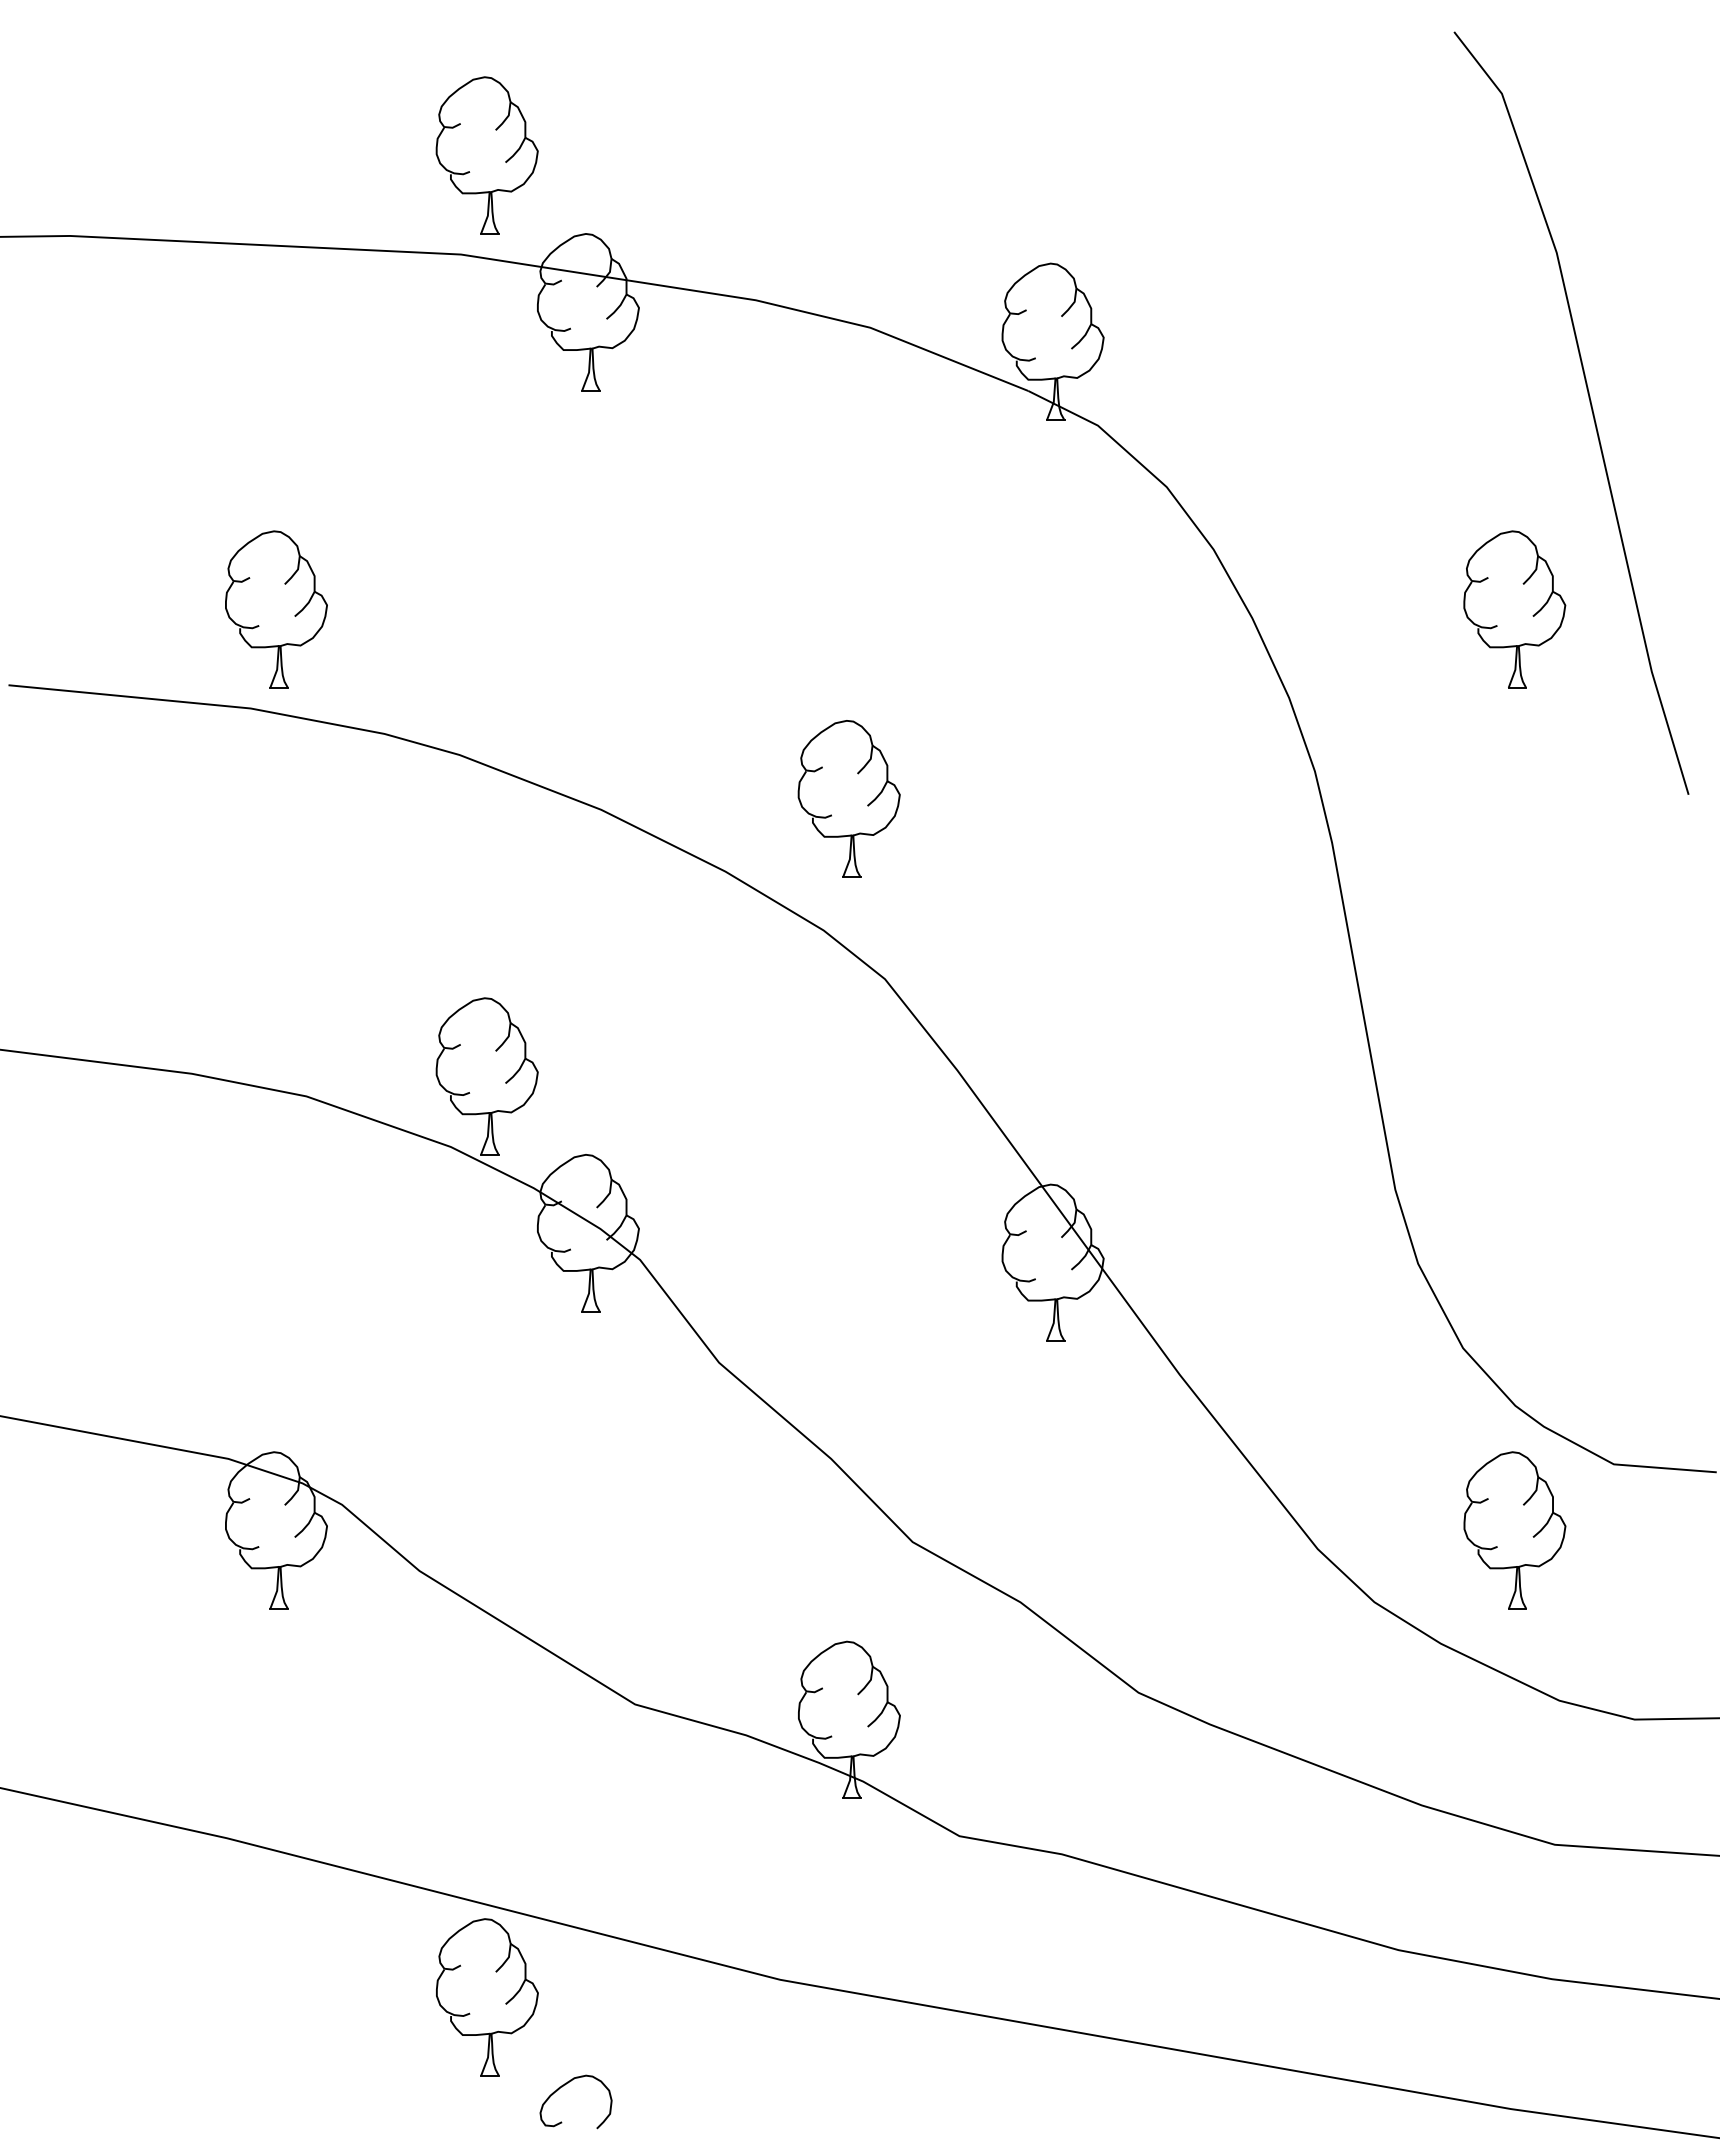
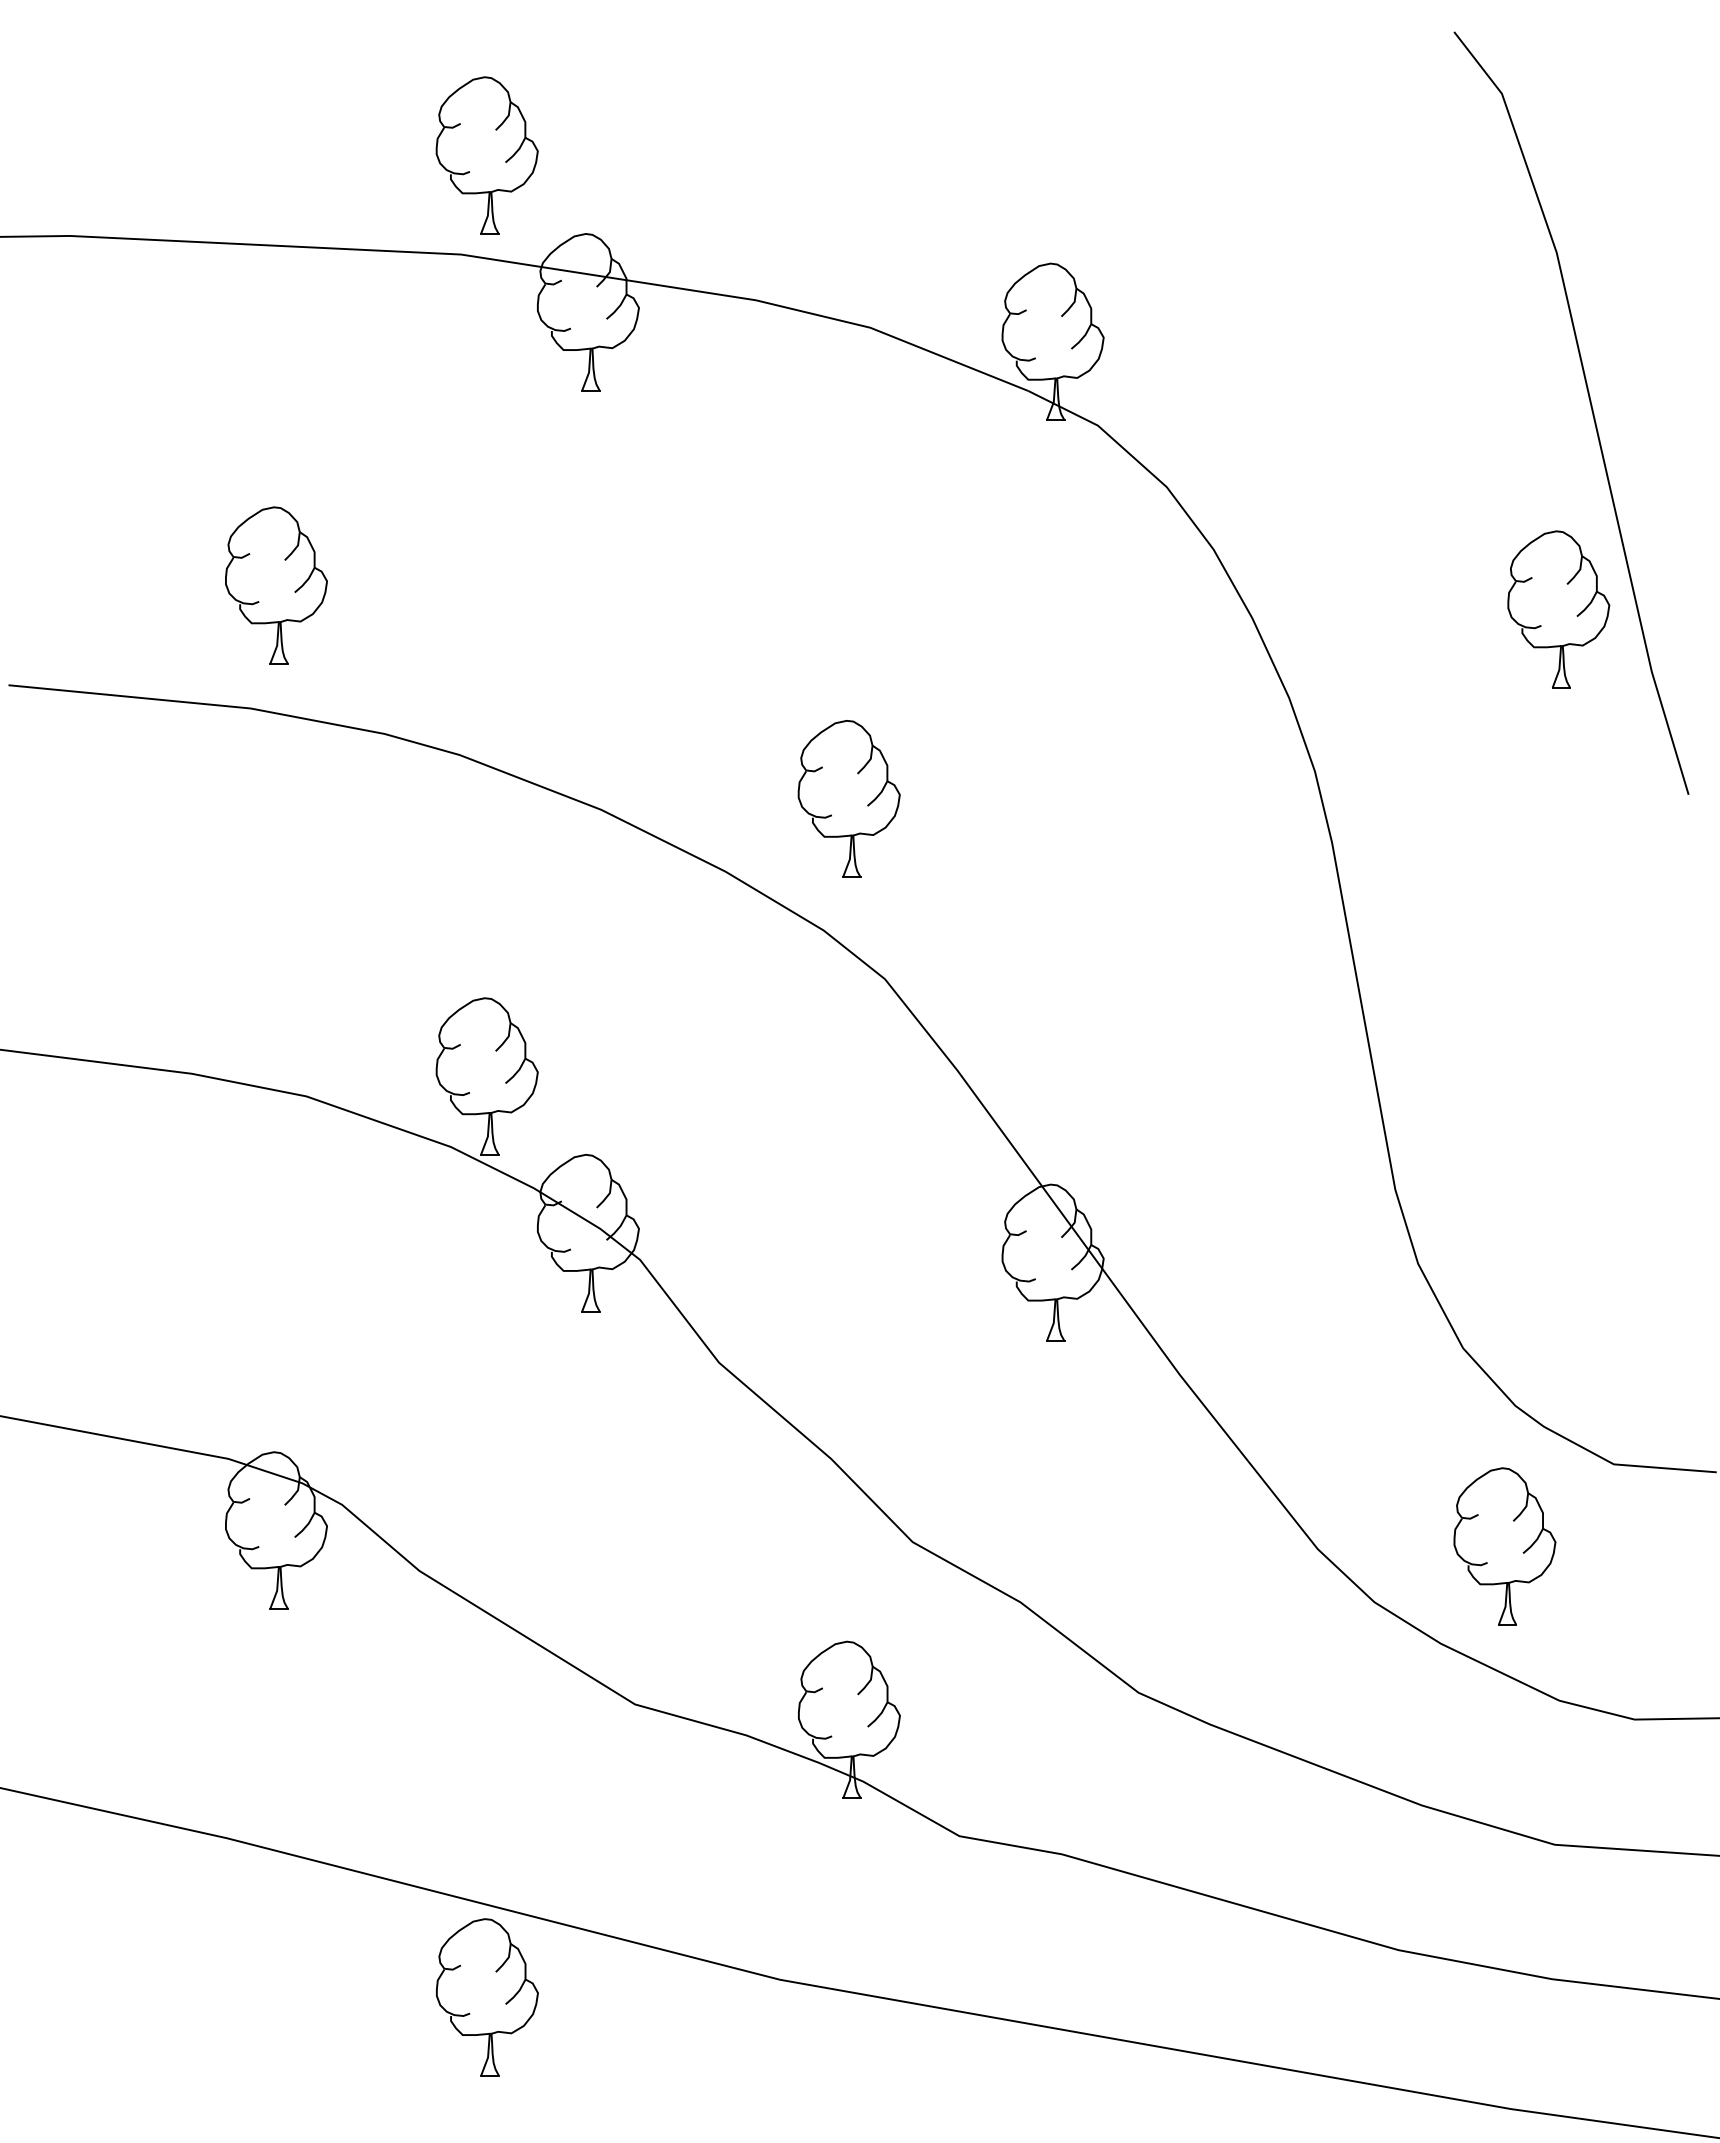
part at (276, 609) position: (276, 609) -> (276, 585)
part at (1514, 609) position: (1514, 609) -> (1558, 609)
part at (1514, 1530) position: (1514, 1530) -> (1504, 1546)
curve at (565, 2085): present -> none
